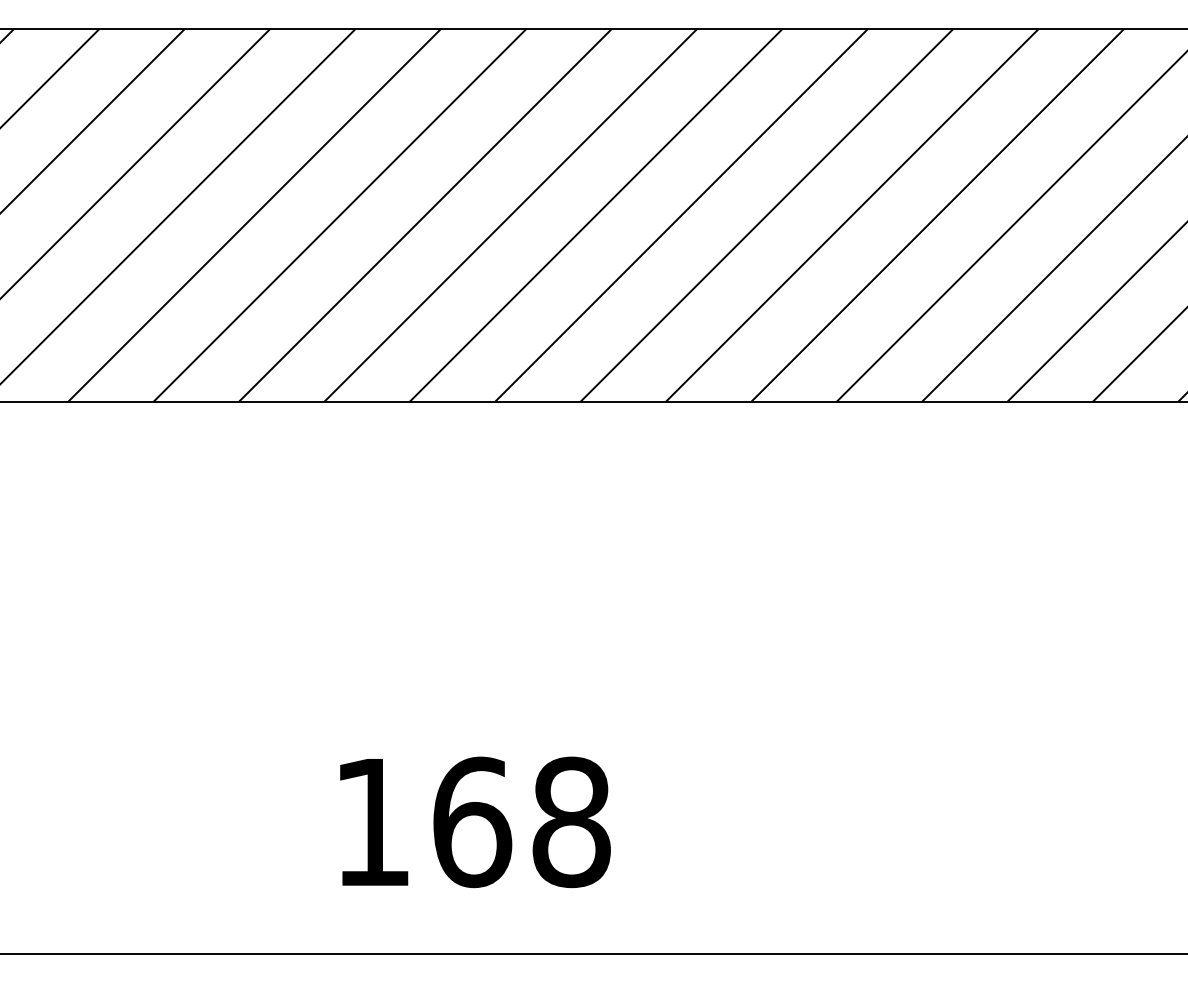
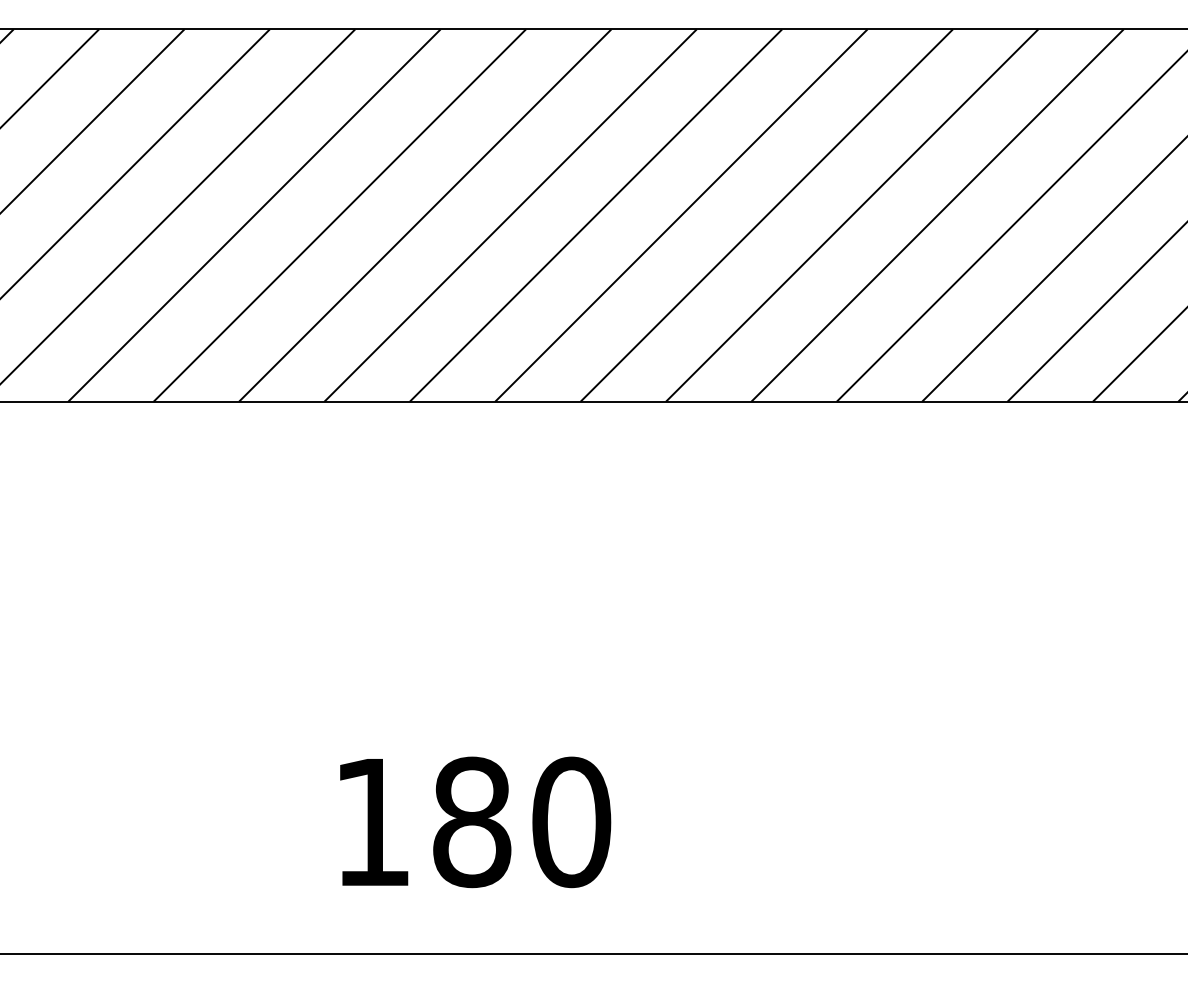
text at (522, 822): 168 -> 180
